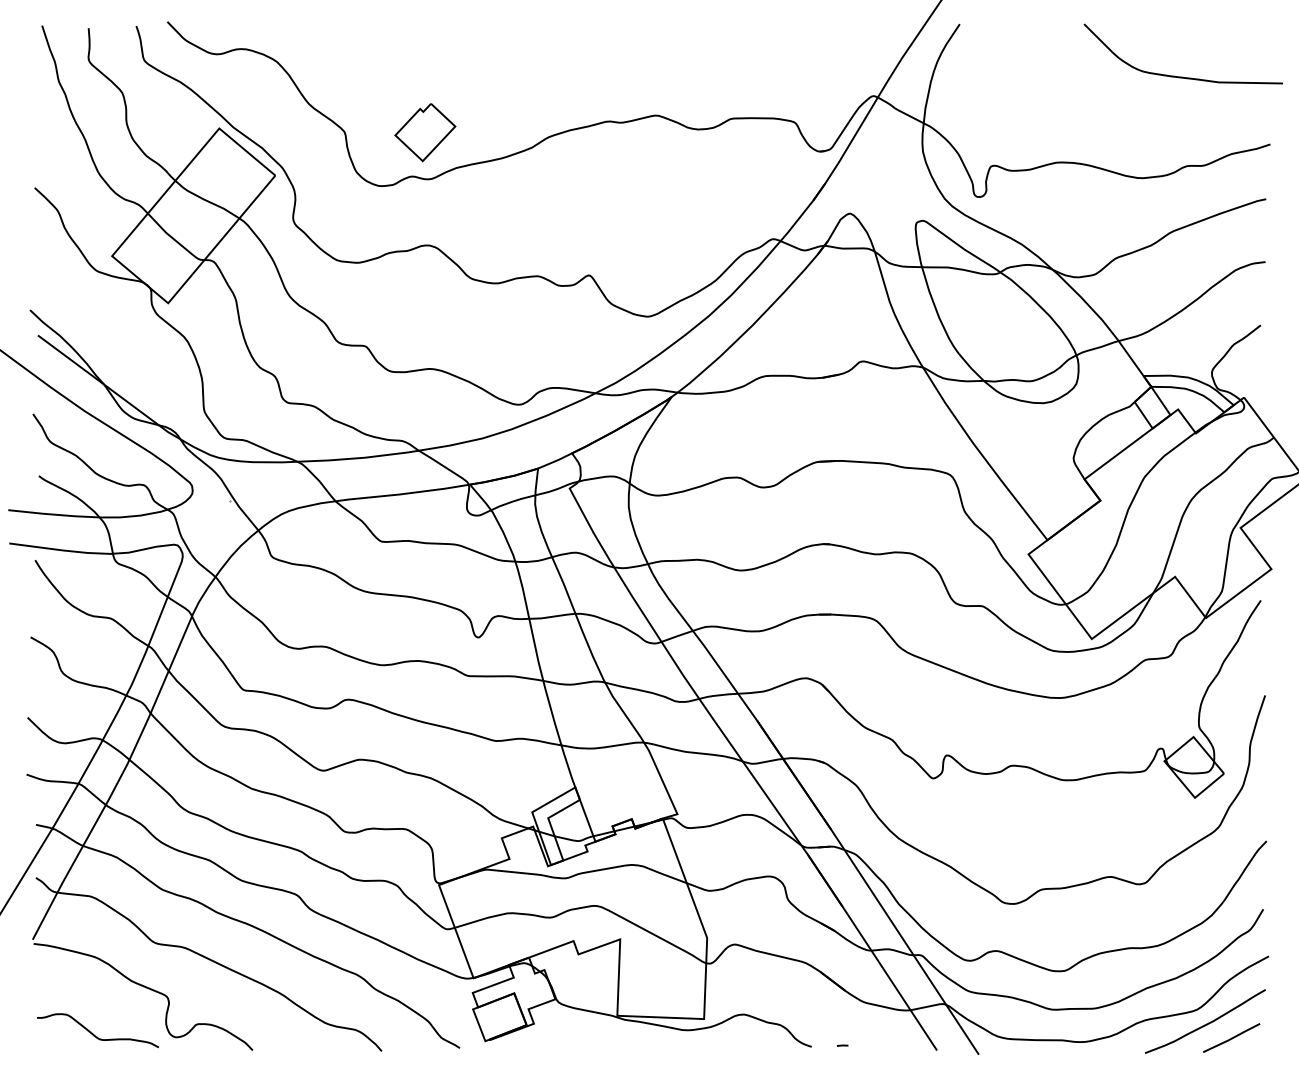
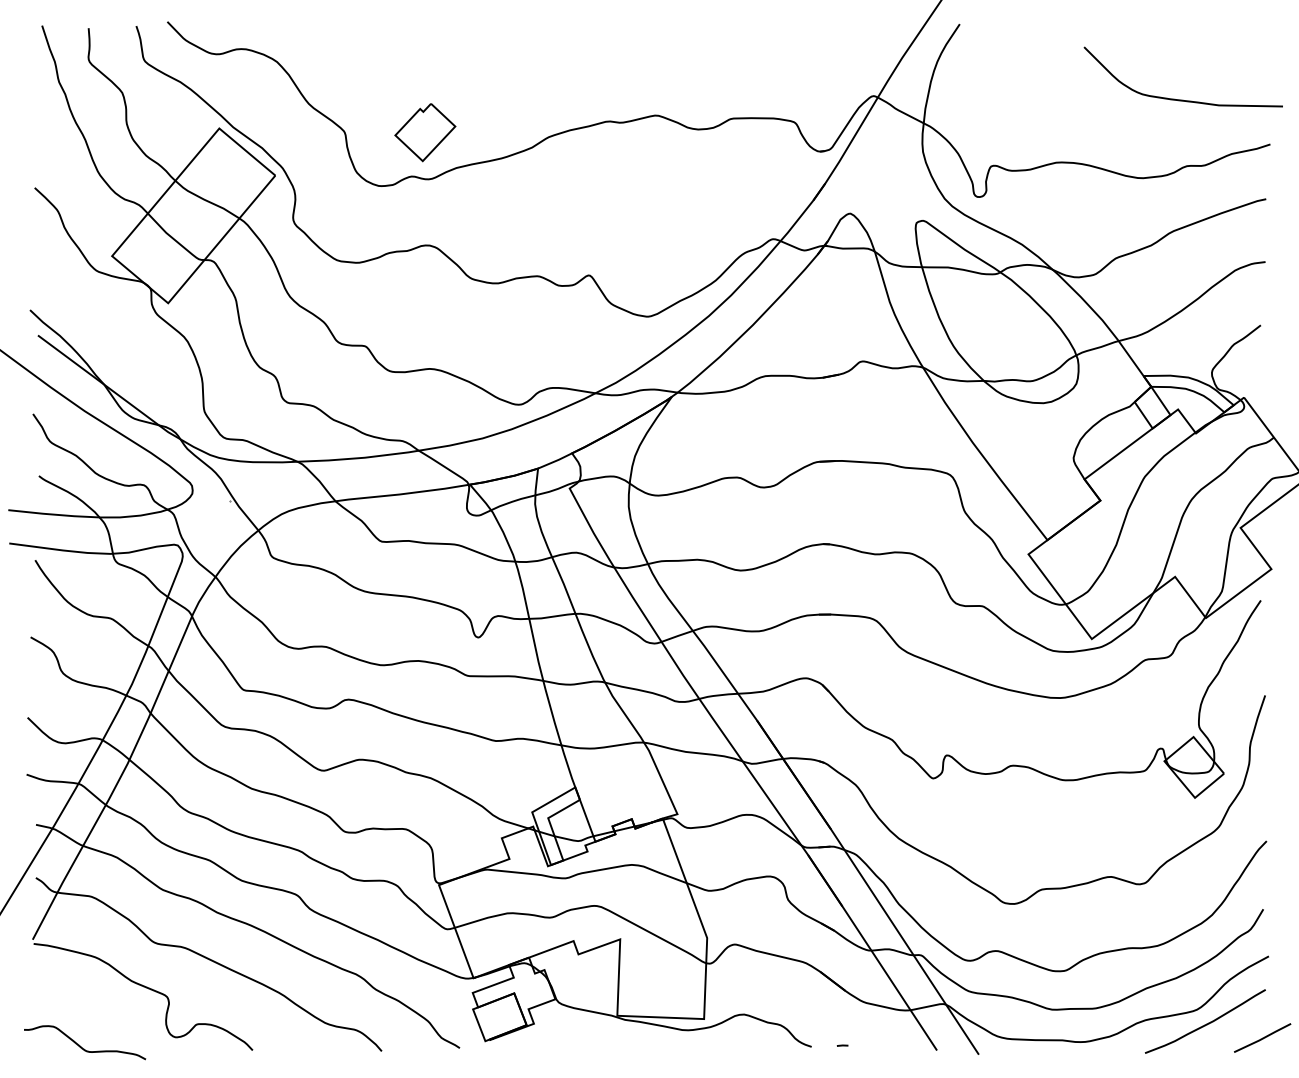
curve at (1182, 76) position: (1182, 76) -> (1182, 99)
curve at (94, 1034) position: (94, 1034) -> (81, 1046)
line at (1231, 1037) position: (1231, 1037) -> (1262, 1037)
